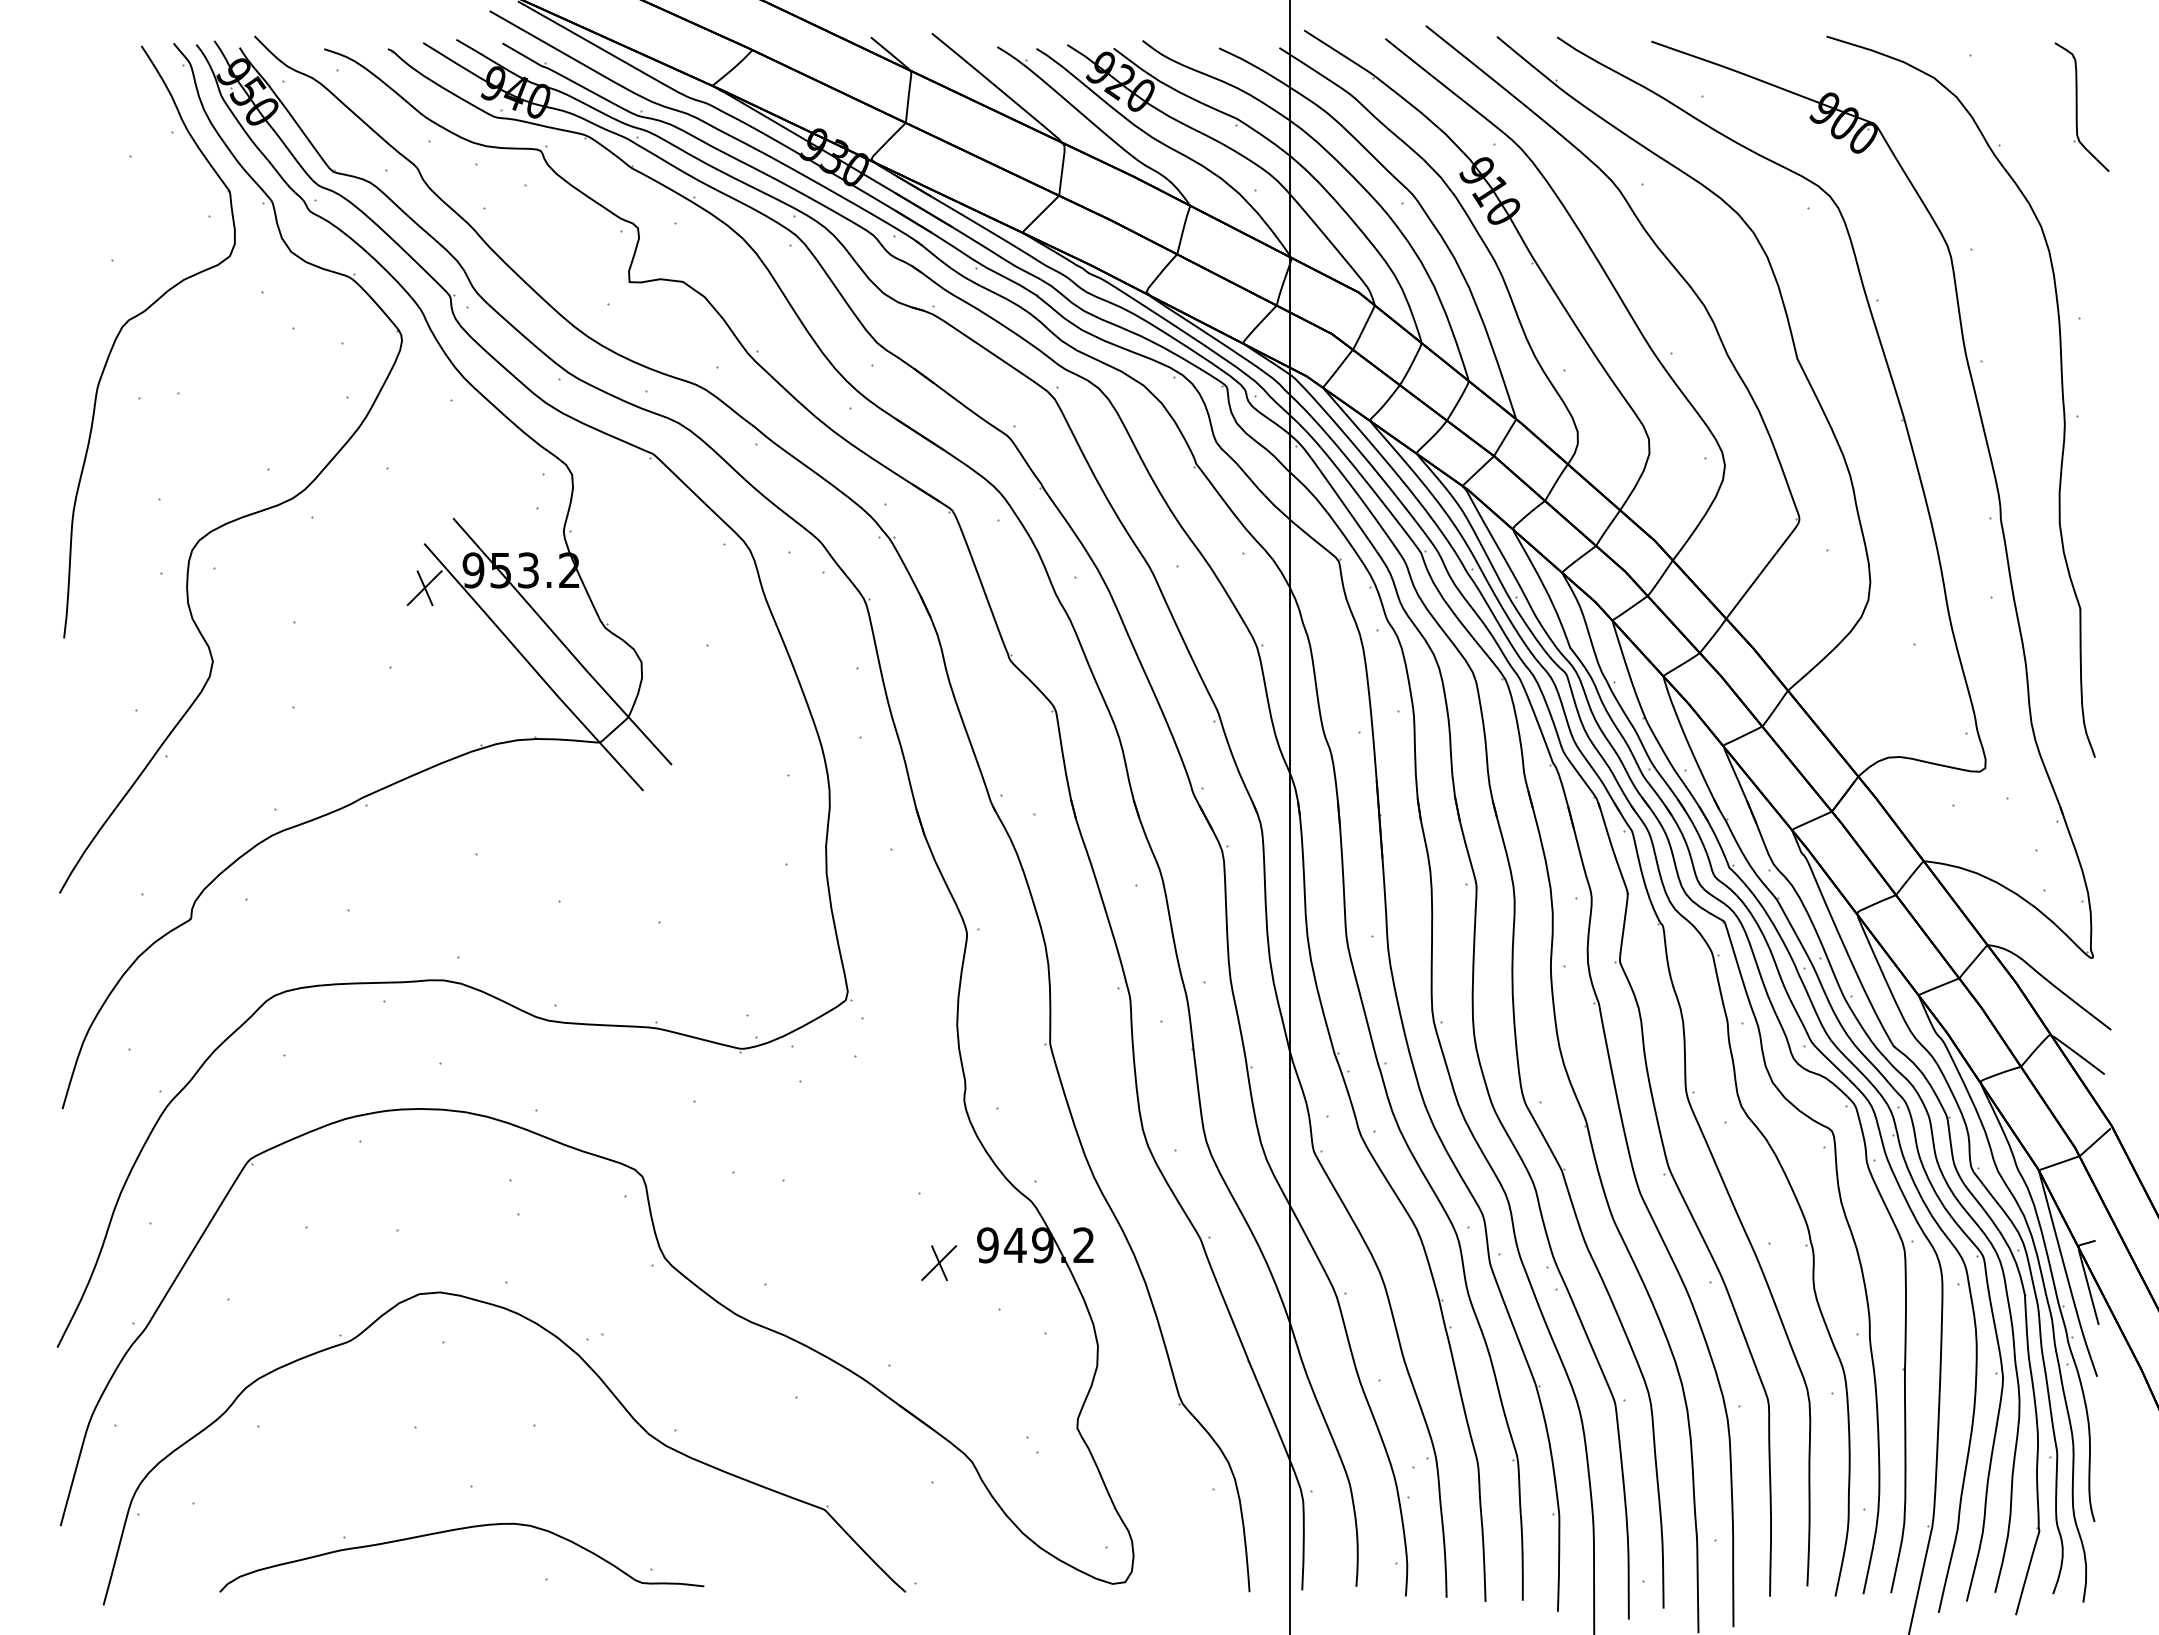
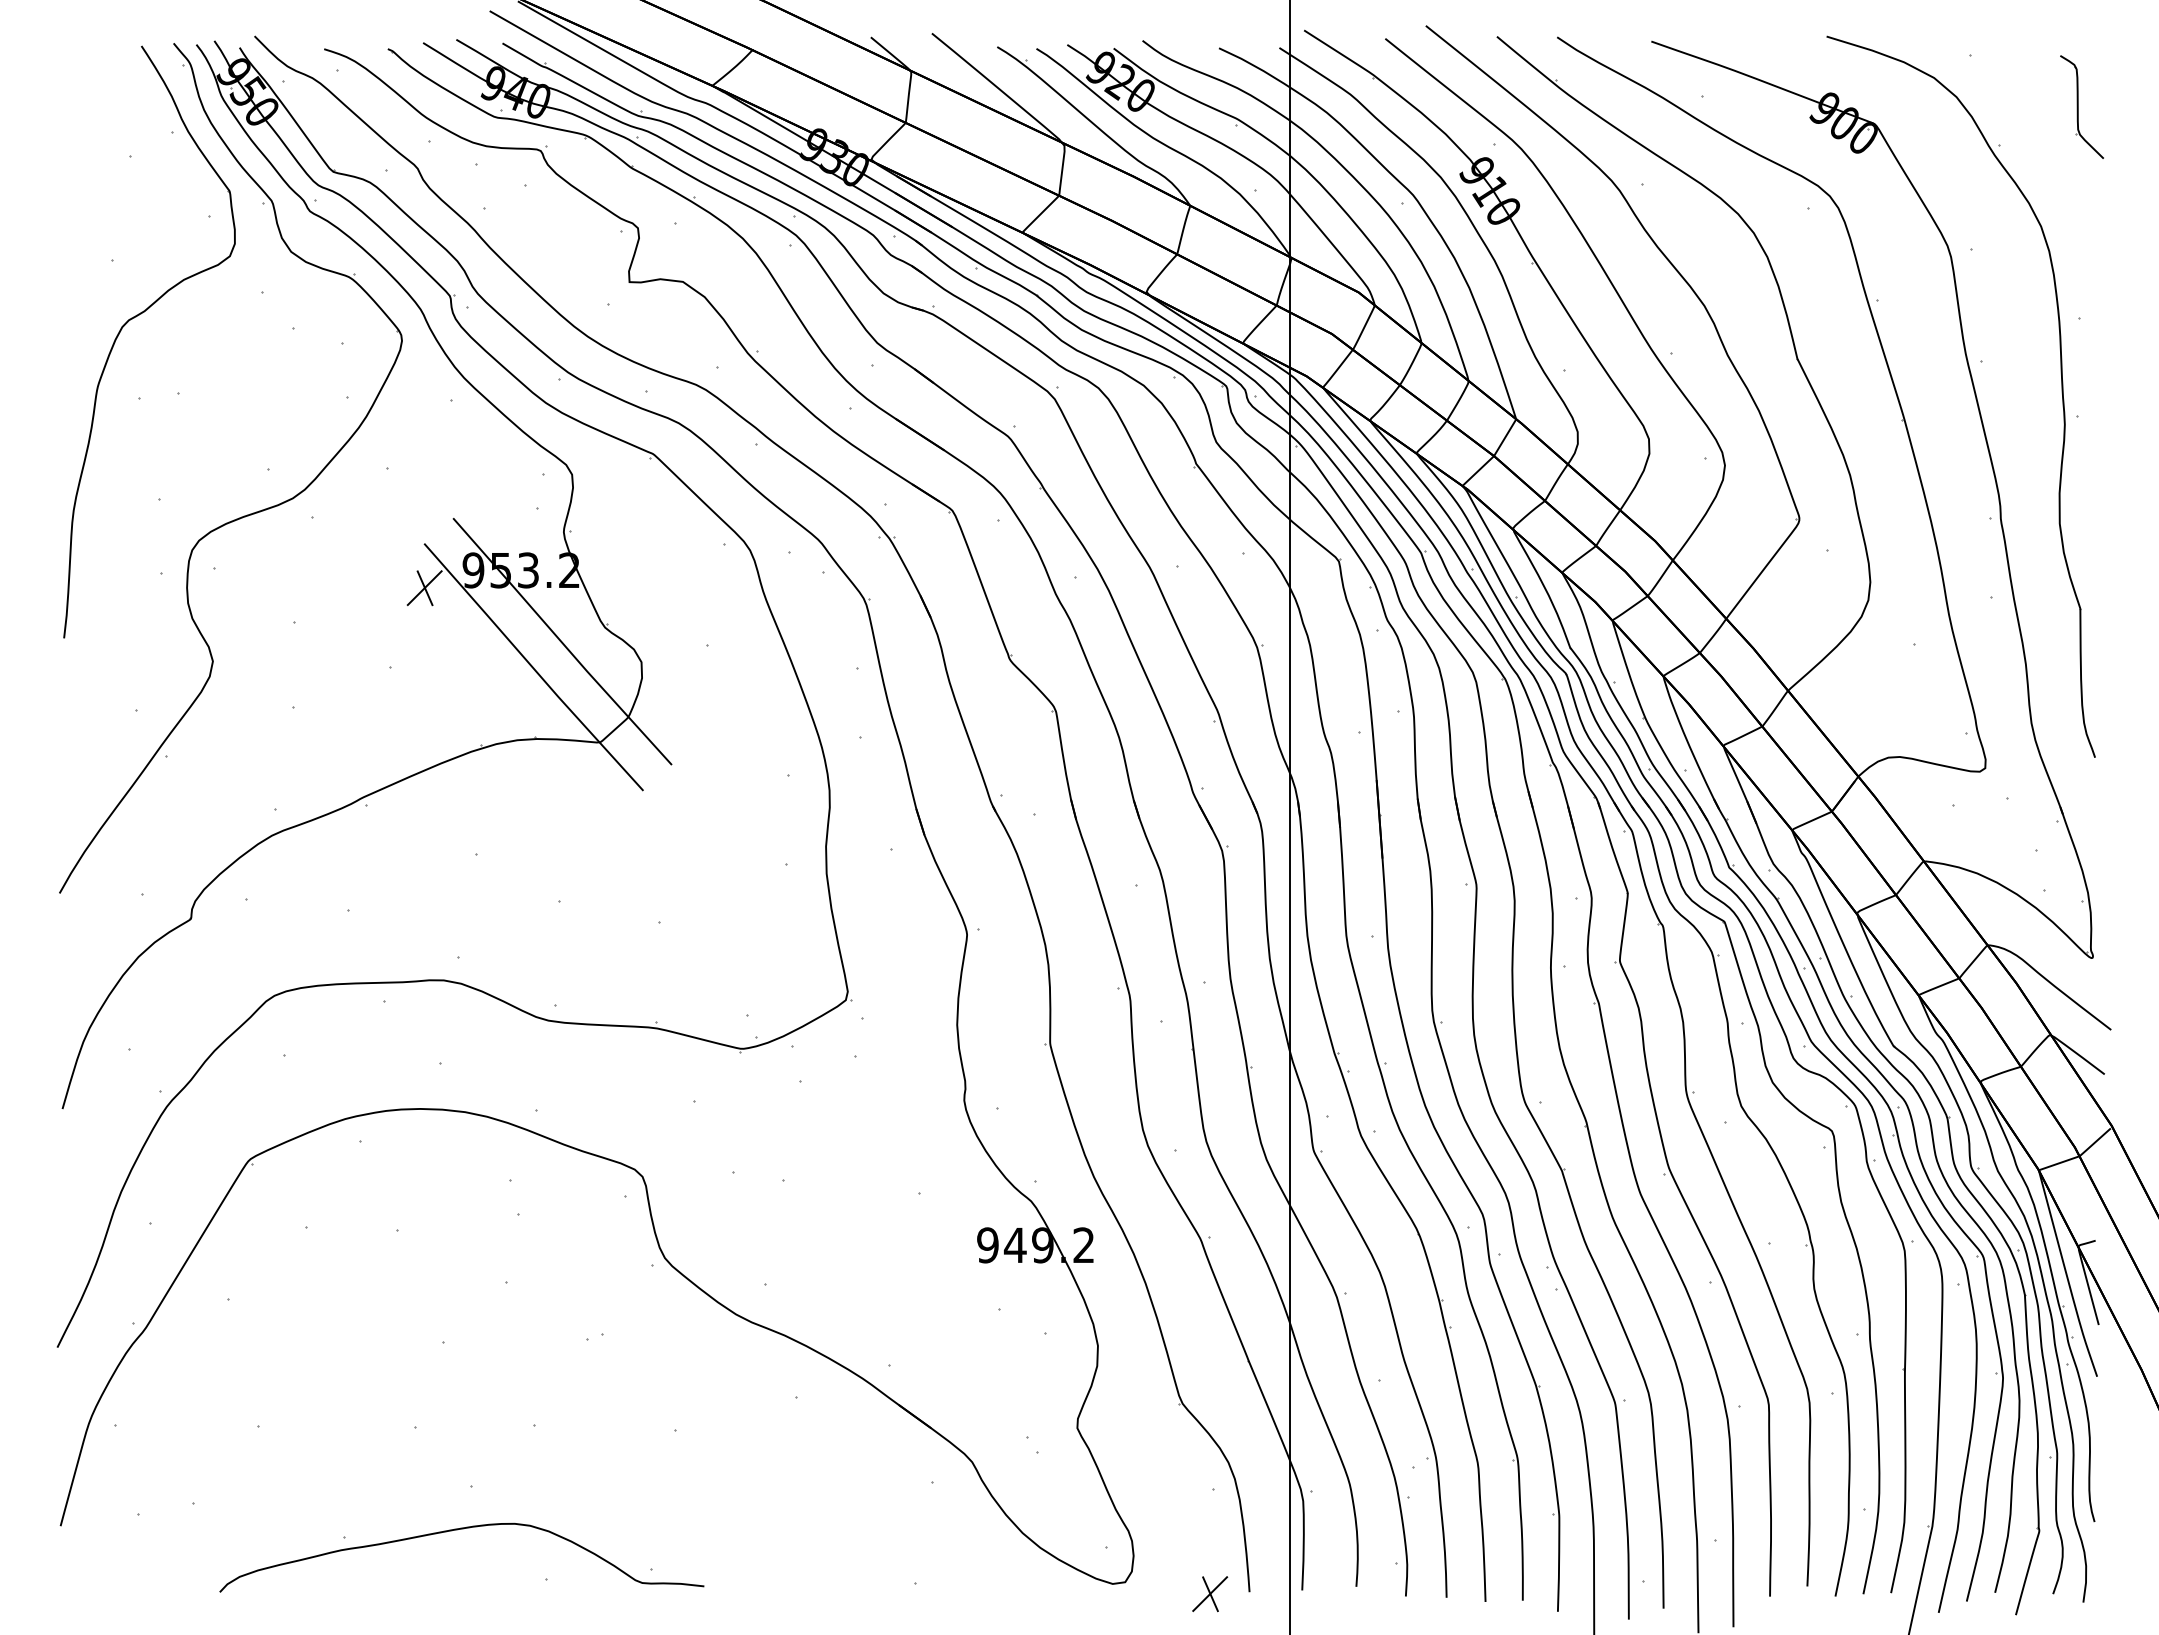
part at (2081, 106) size: 56x130 px -> 44x104 px
part at (939, 1263) position: (939, 1263) -> (1210, 1594)
part at (586, 1365): present -> none
